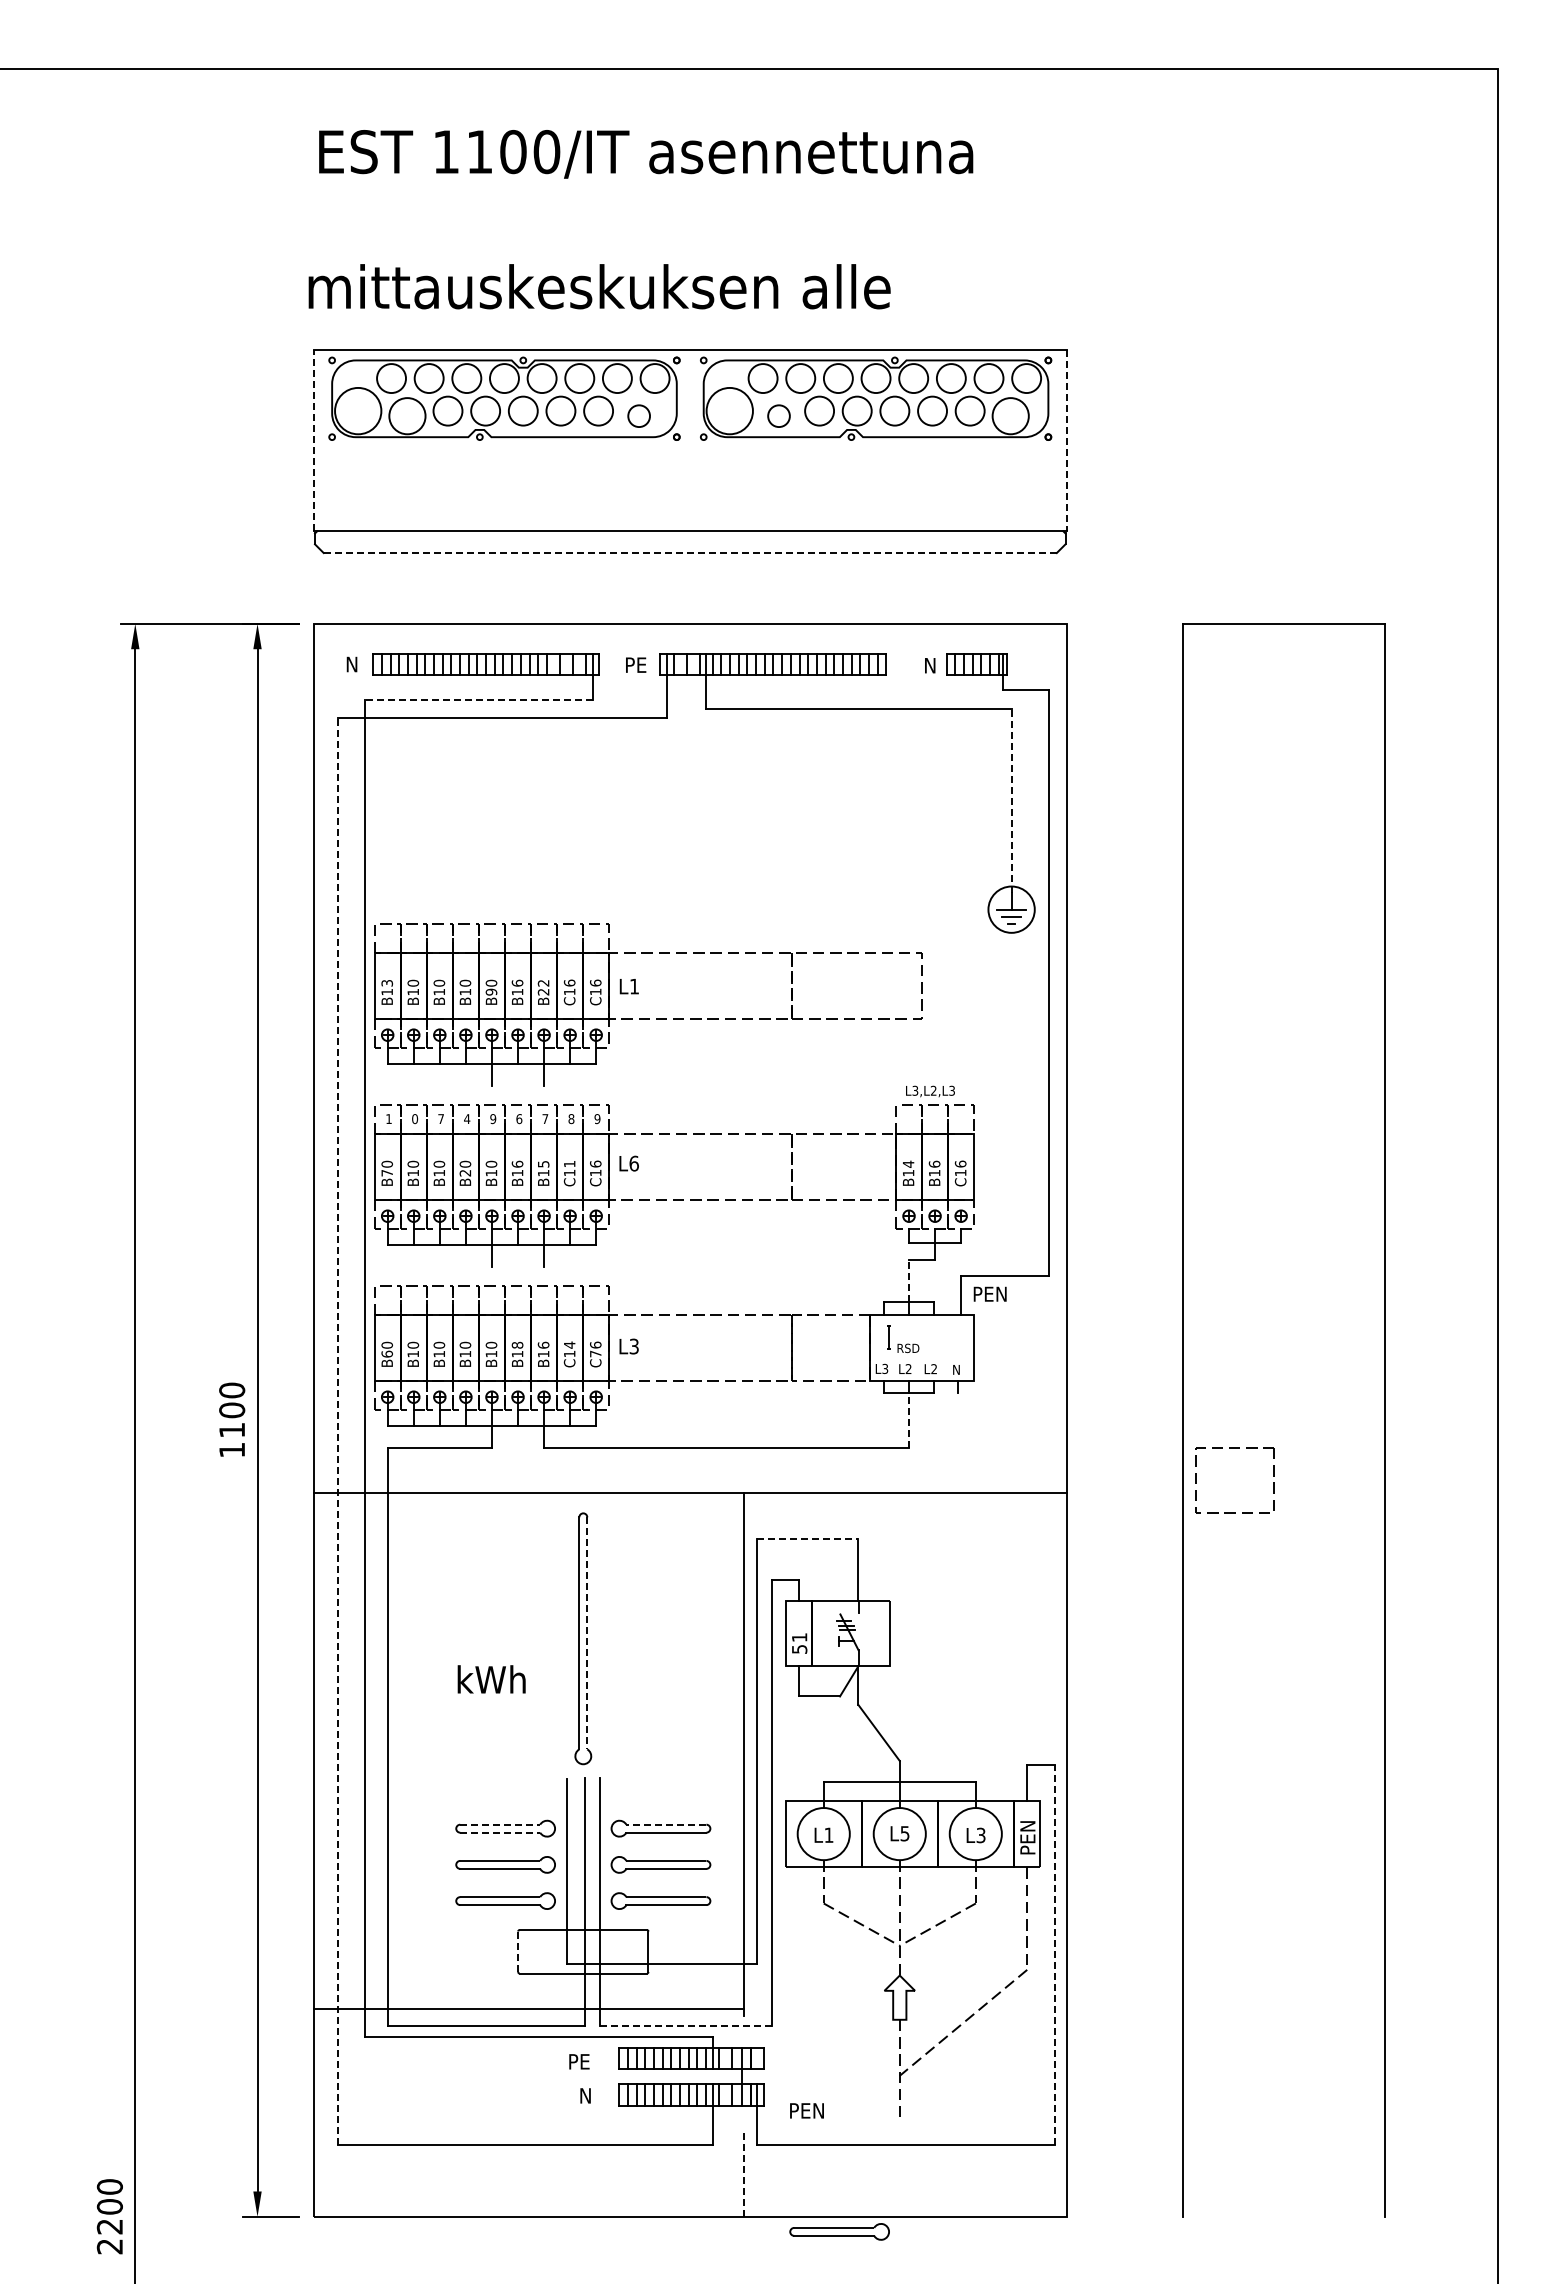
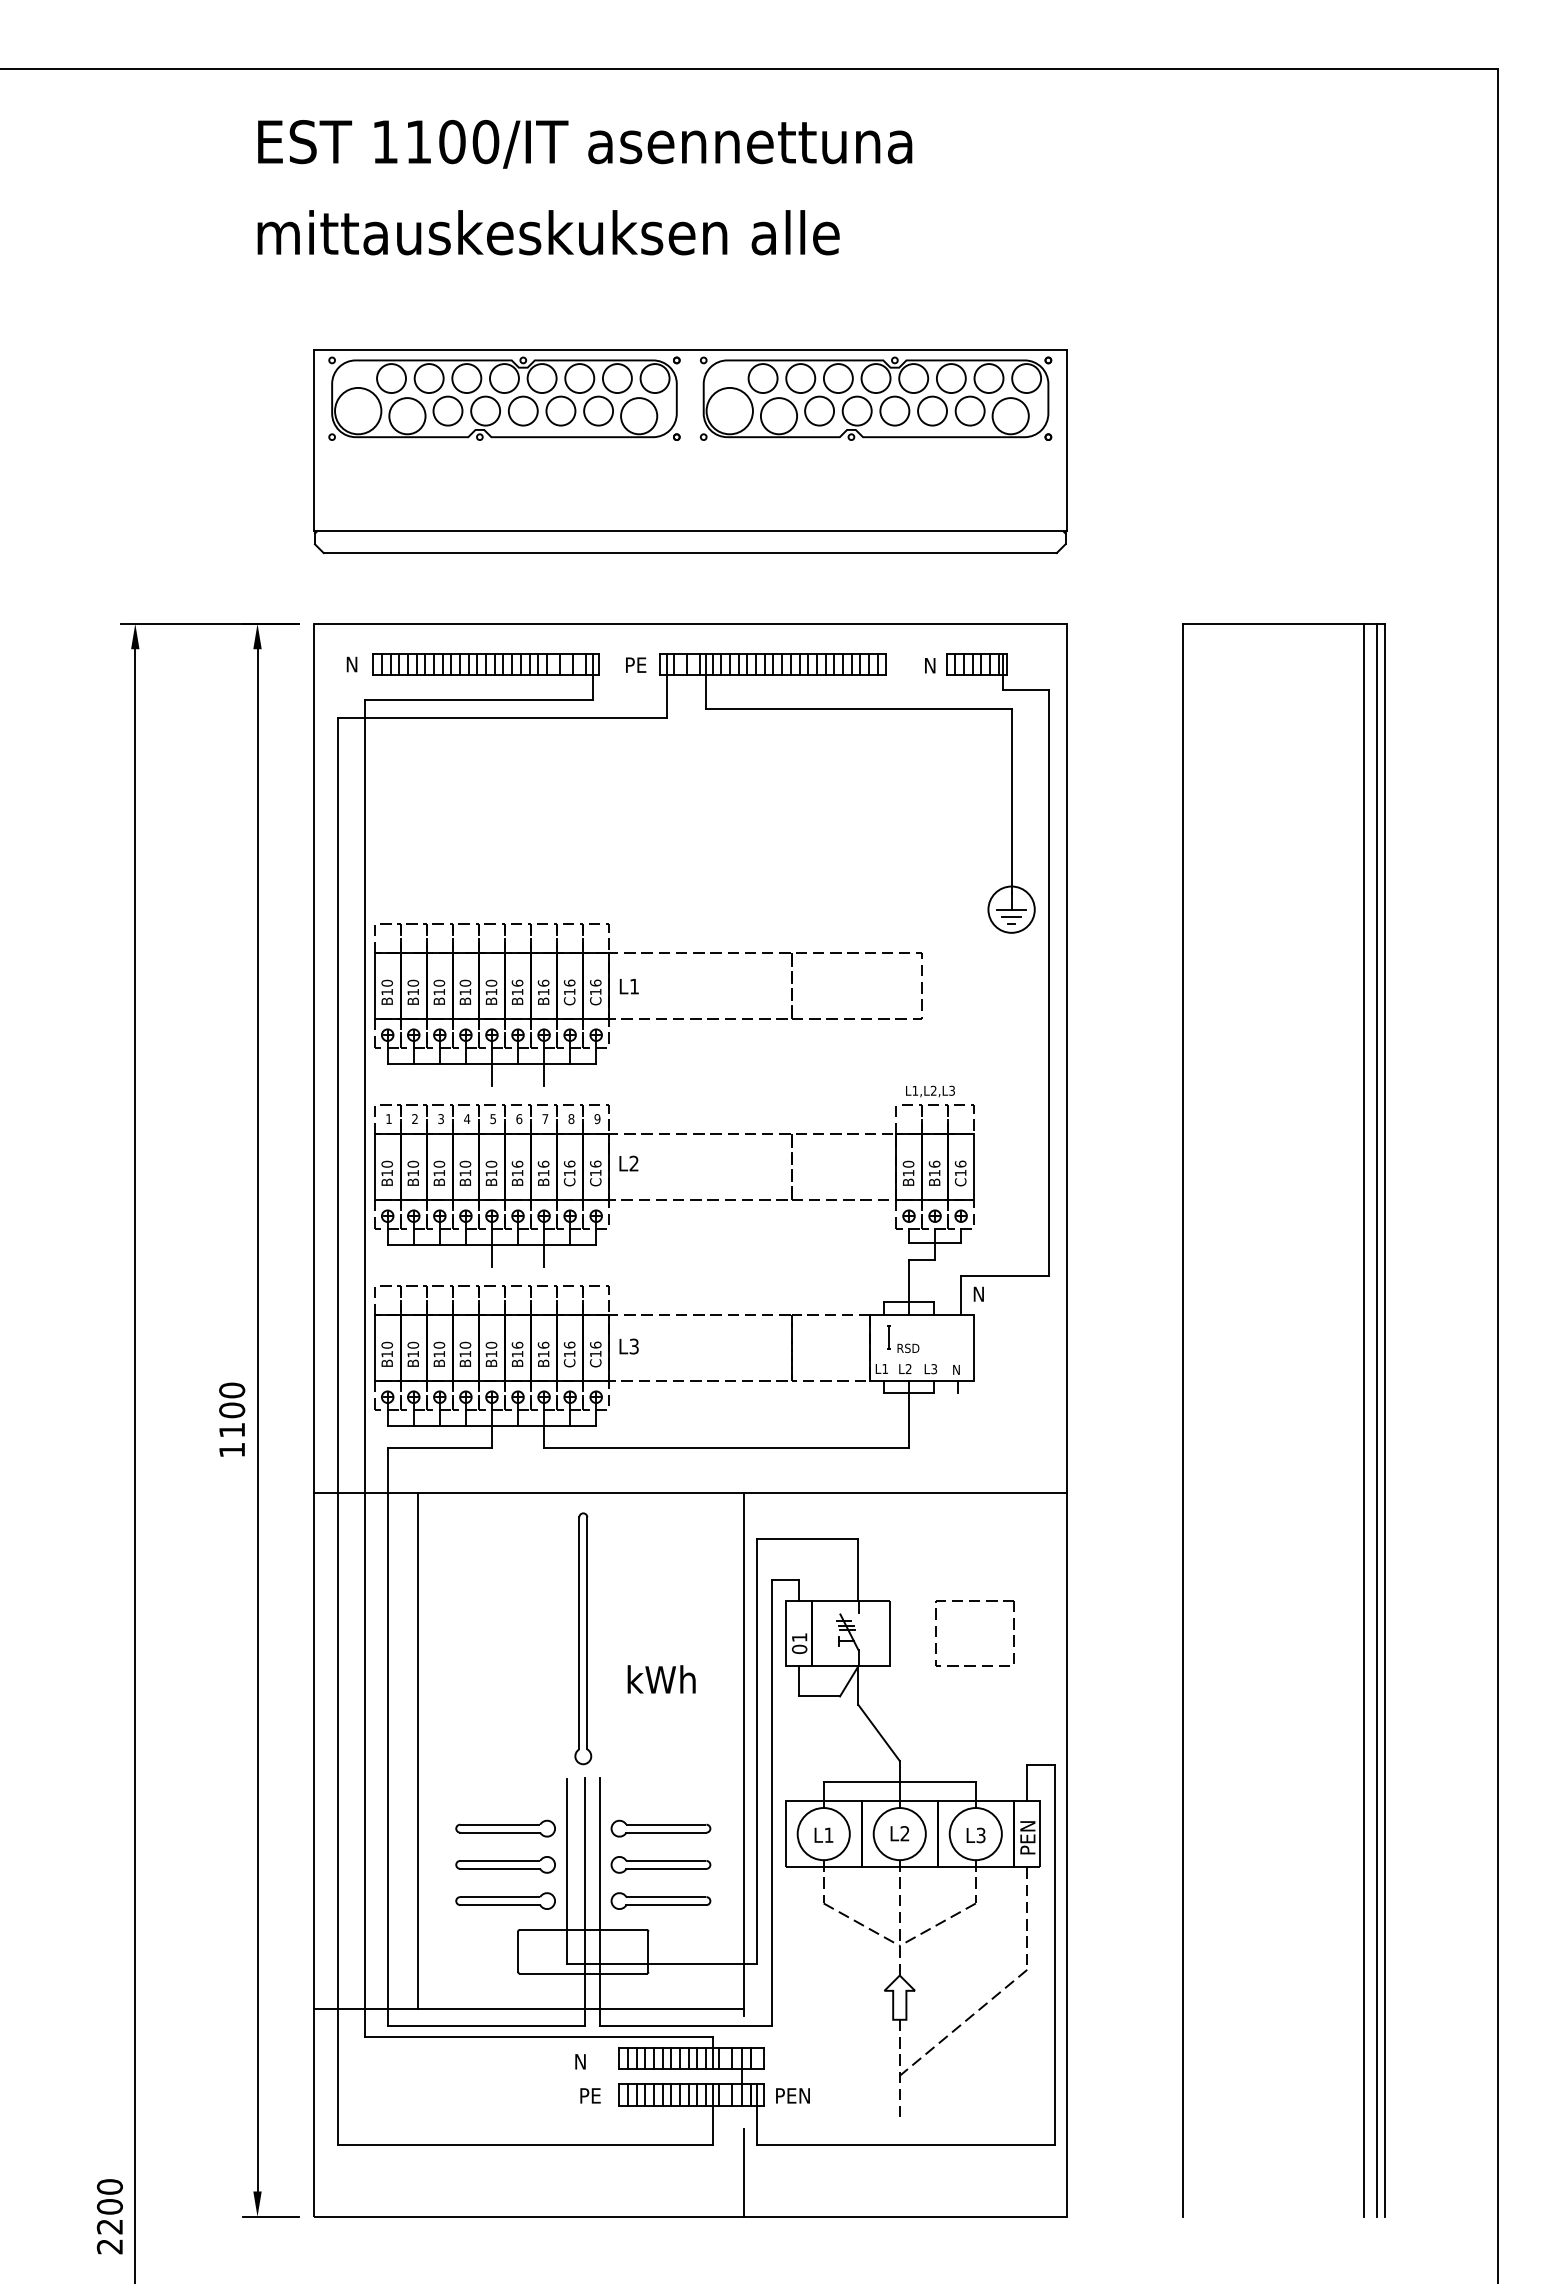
text at (646, 154) position: (646, 154) -> (585, 144)
text at (599, 286) position: (599, 286) -> (548, 232)
circle at (639, 416) diameter: 22 px -> 36 px
circle at (778, 416) diameter: 22 px -> 36 px
line at (313, 440): dashed -> solid
line at (1066, 440): dashed -> solid
line at (690, 553): dashed -> solid
line at (478, 700): dashed -> solid
line at (1011, 800): dashed -> solid
text at (386, 982): B13 -> B10
text at (543, 987): B22 -> B16
text at (491, 991): B90 -> B10
text at (915, 1090): L3,L2,L3 -> L1,L2,L3
text at (493, 1118): 9 -> 5
text at (415, 1119): 0 -> 2
text at (440, 1119): 7 -> 3
text at (543, 1163): B15 -> B16
text at (569, 1163): C11 -> C16
text at (633, 1163): L6 -> L2
text at (908, 1163): B14 -> B10
text at (386, 1173): B70 -> B10
text at (464, 1173): B20 -> B10
line at (909, 1281): dashed -> solid
text at (990, 1293): PEN -> N
text at (517, 1344): B18 -> B16
text at (569, 1344): C14 -> C16
text at (386, 1353): B60 -> B10
text at (595, 1353): C76 -> C16
text at (885, 1368): L3 -> L1
text at (934, 1369): L2 -> L3
line at (1363, 1419): none -> present
line at (1376, 1419): none -> present
line at (909, 1420): dashed -> solid
line at (337, 1431): dashed -> solid
part at (1234, 1448) position: (1234, 1448) -> (974, 1601)
line at (807, 1539): dashed -> solid
line at (587, 1633): dashed -> solid
text at (799, 1648): 51 -> 01
text at (491, 1679) position: (491, 1679) -> (661, 1679)
line at (418, 1750): none -> present
line at (500, 1824): dashed -> solid
line at (666, 1824): dashed -> solid
line at (500, 1832): dashed -> solid
text at (904, 1833): L5 -> L2
line at (518, 1952): dashed -> solid
line at (1054, 1954): dashed -> solid
line at (685, 2026): dashed -> solid
text at (579, 2061): PE -> N
text at (591, 2095): N -> PE
text at (806, 2110) position: (806, 2110) -> (792, 2095)
line at (743, 2172): dashed -> solid
part at (839, 2231): present -> none
